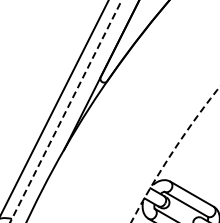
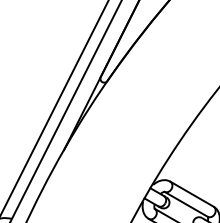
line at (65, 111): dashed -> solid
circle at (175, 154): dashed -> solid
